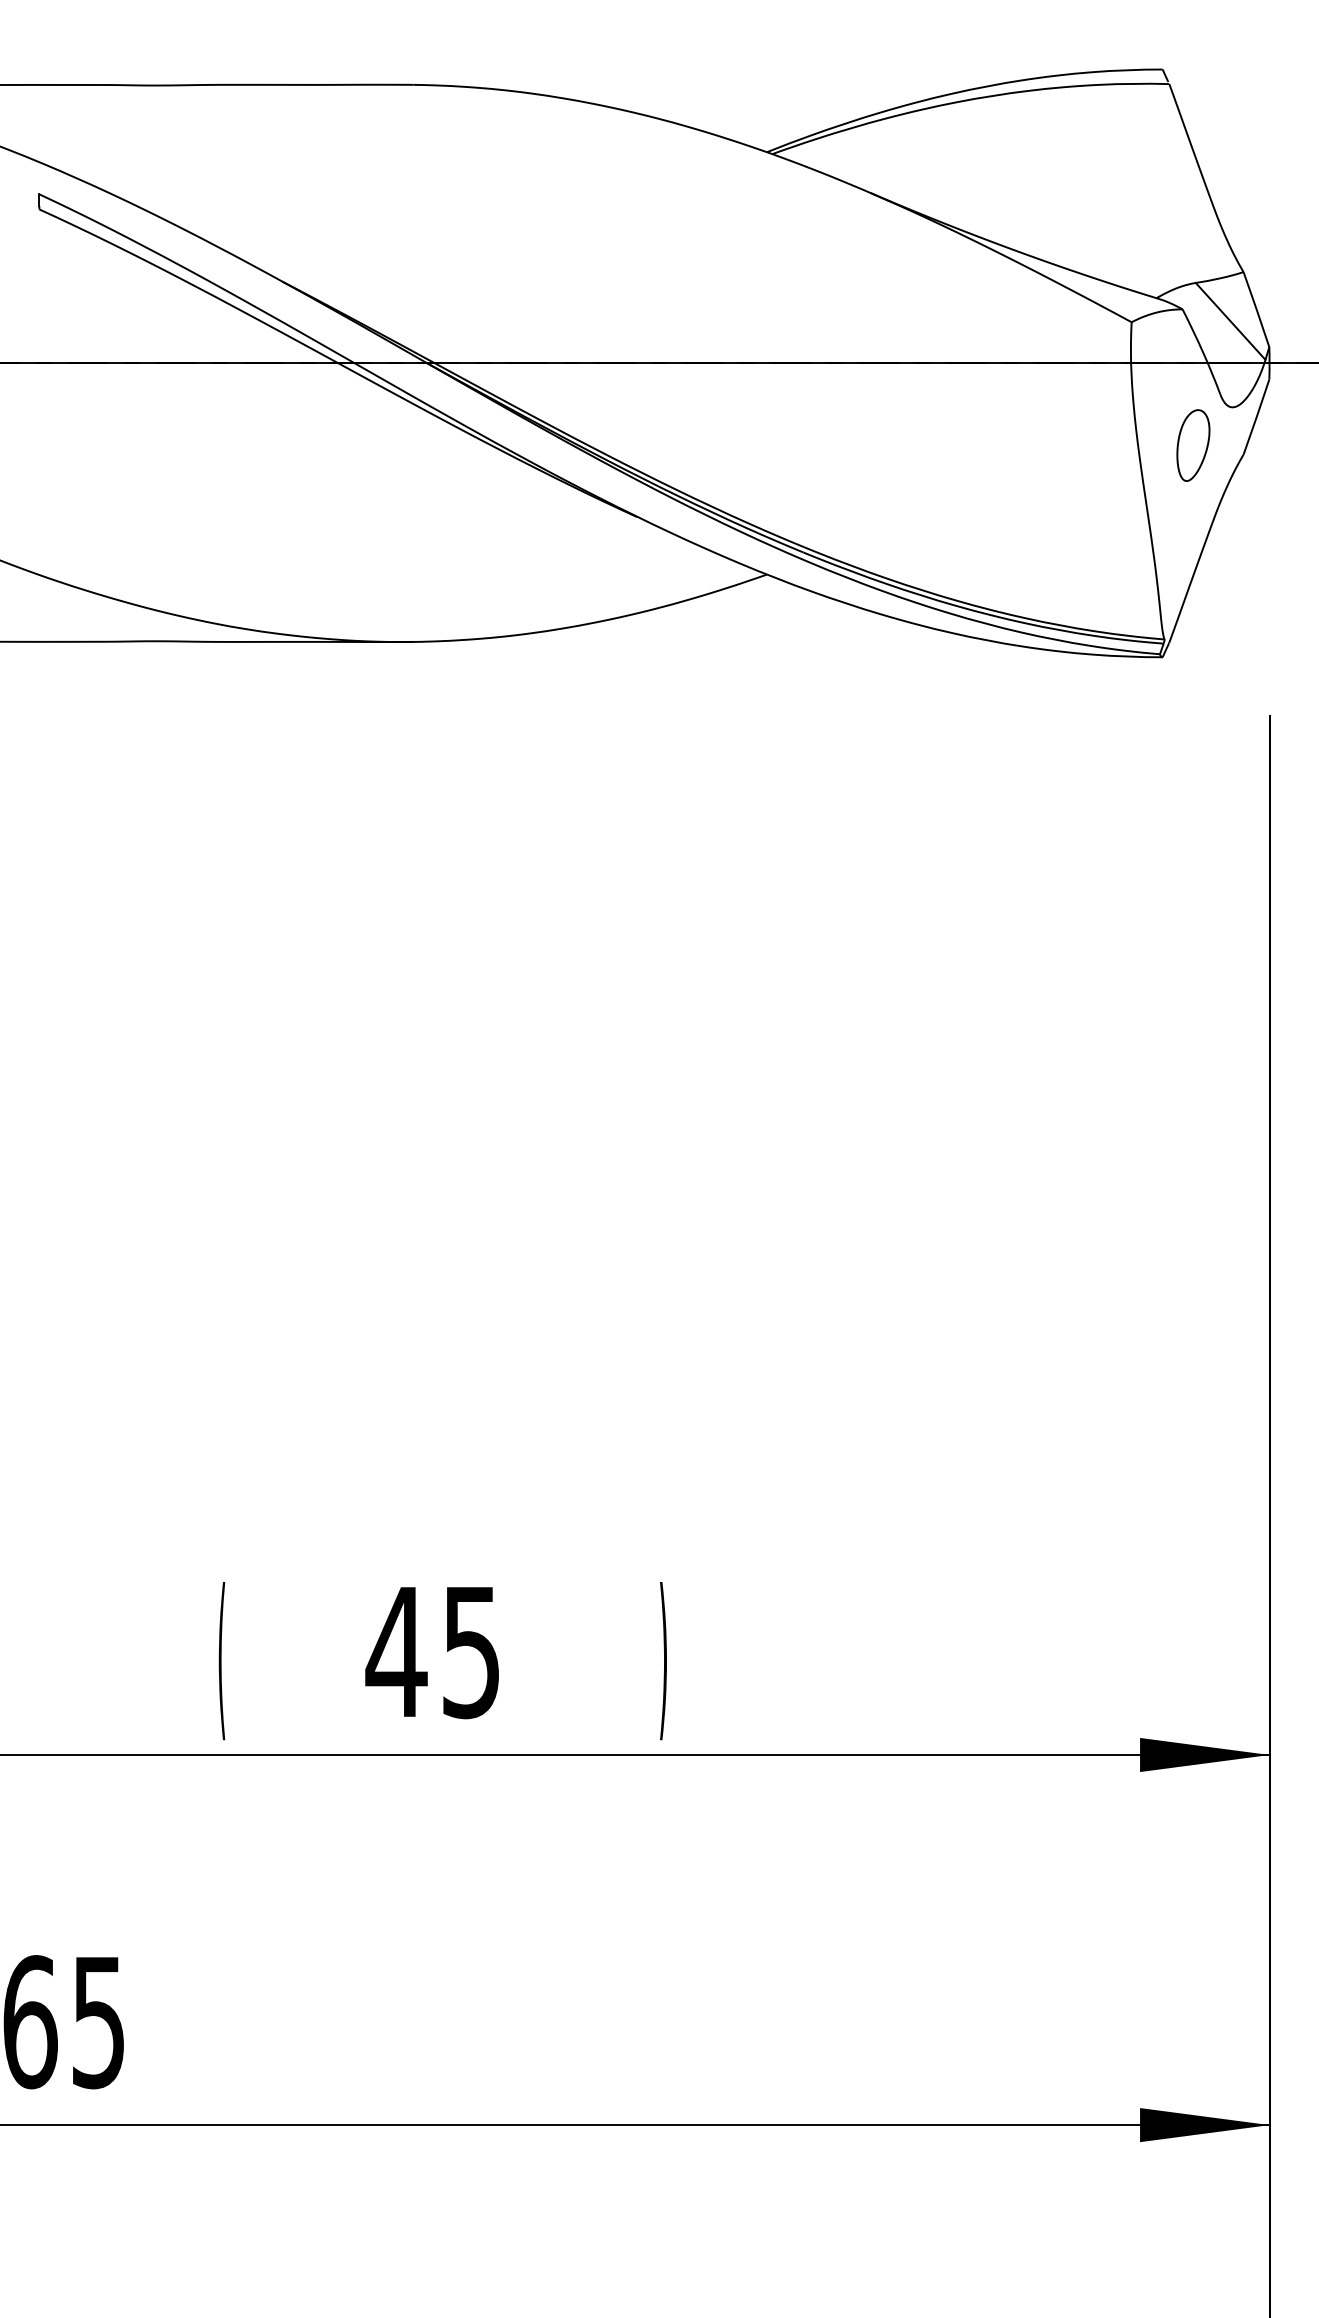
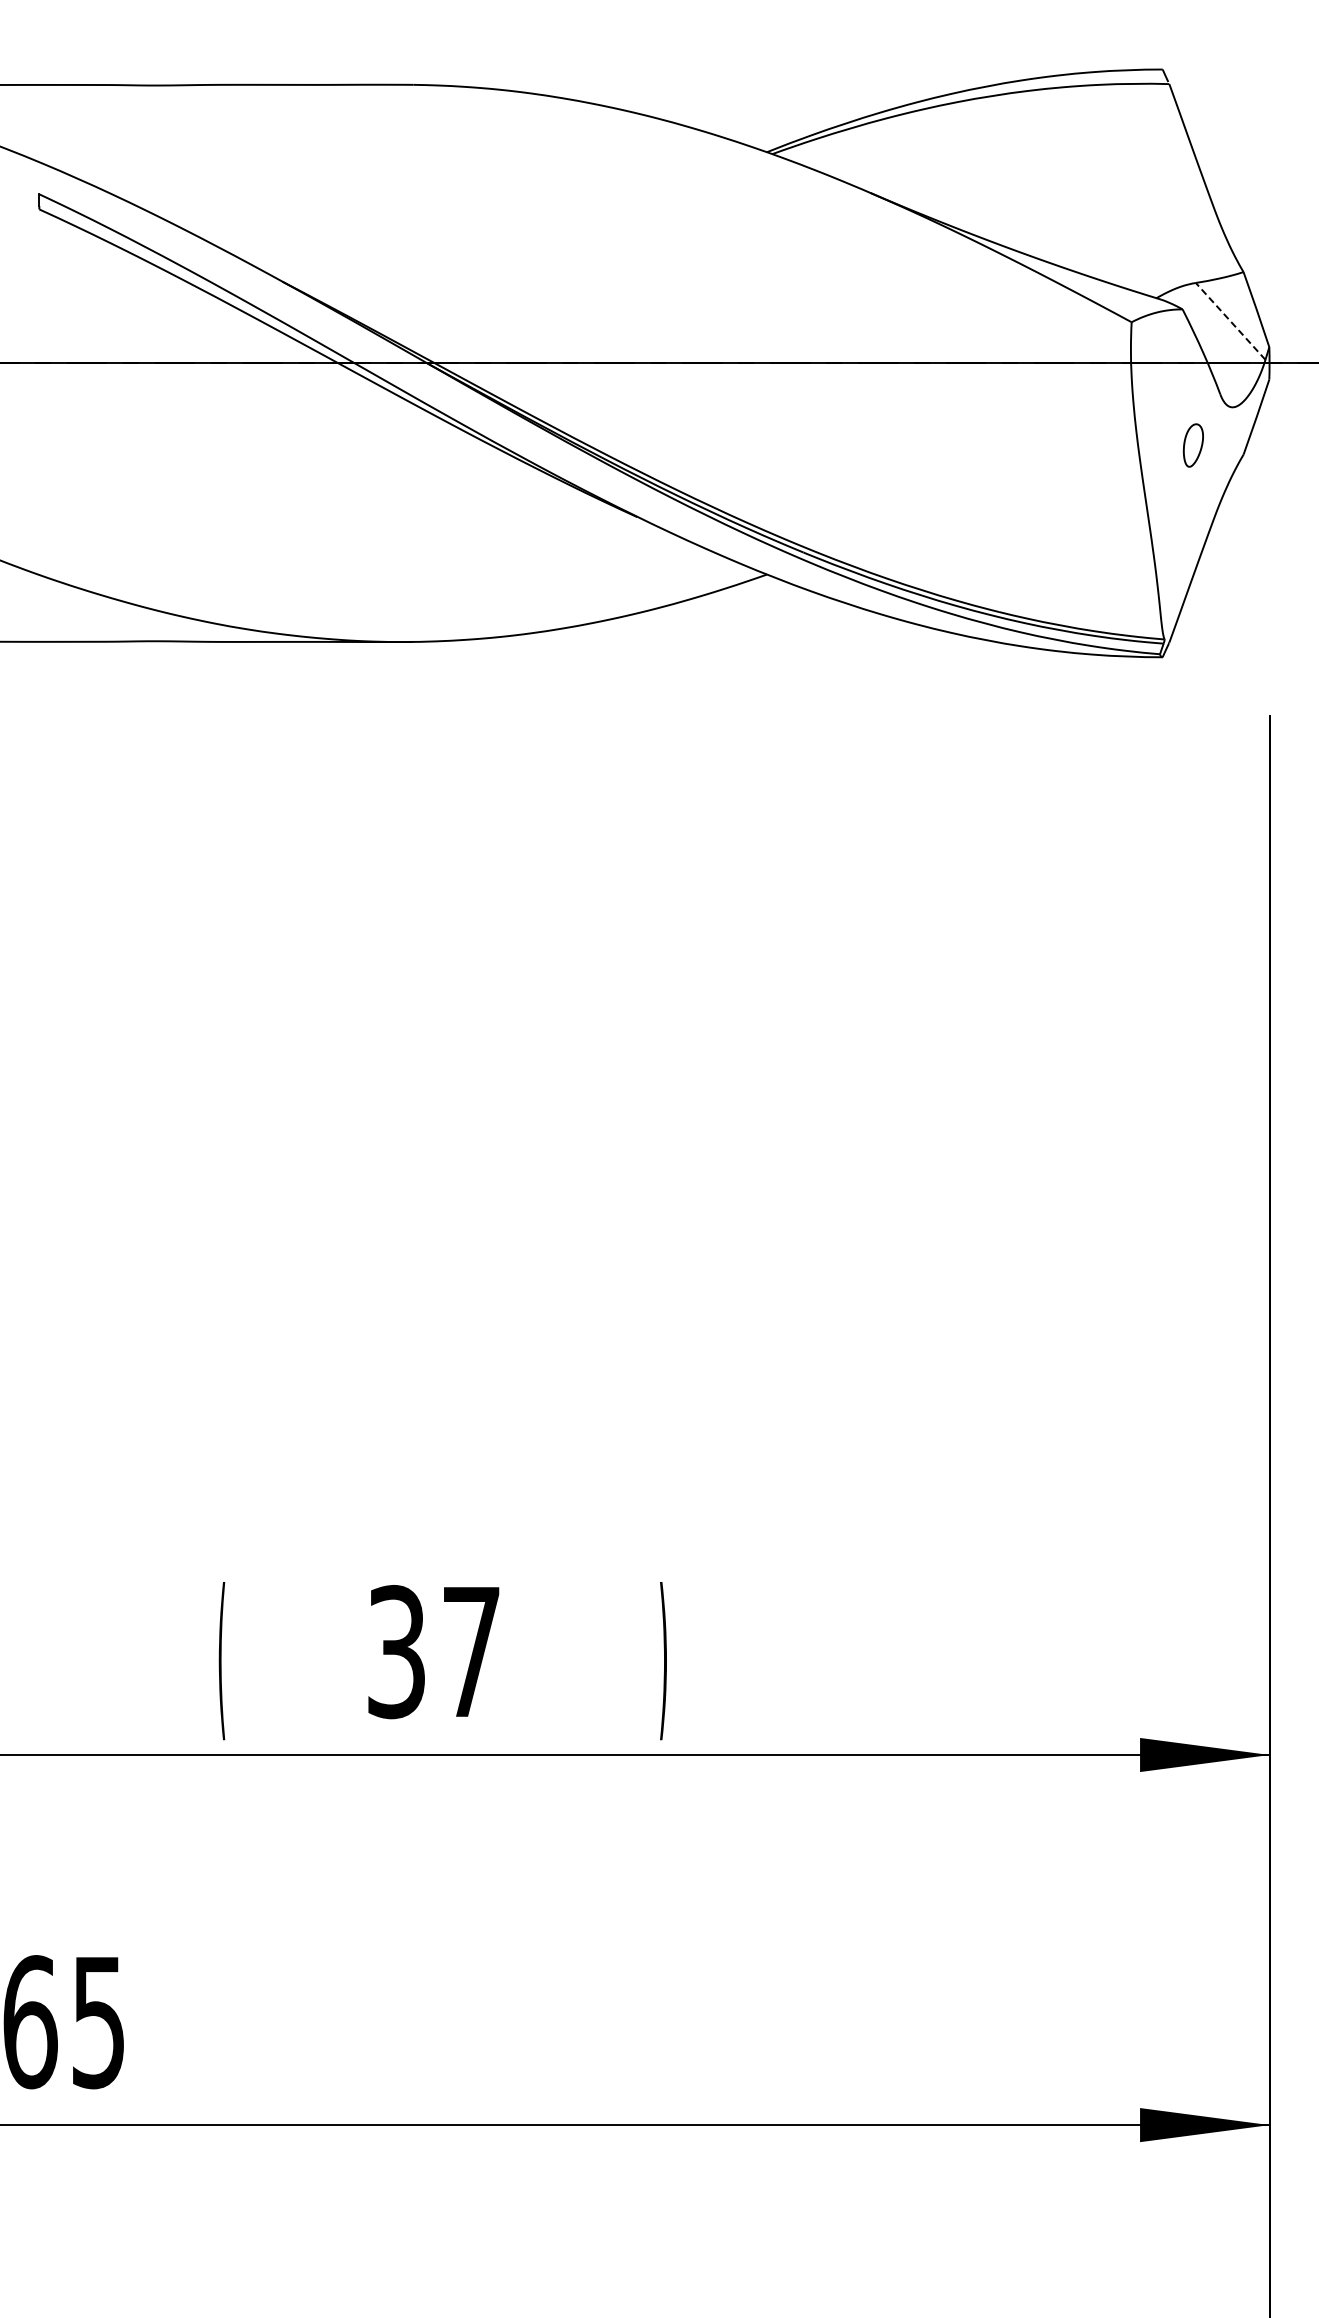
line at (1230, 321): solid -> dashed
part at (1193, 445) size: 35x73 px -> 22x45 px
text at (432, 1652): 45 -> 37
